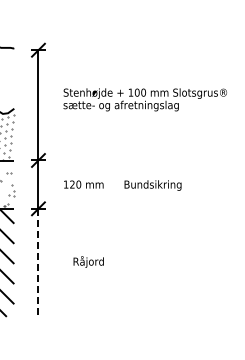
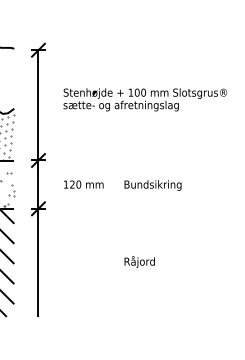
text at (88, 261) position: (88, 261) -> (139, 261)
line at (38, 262): dashed -> solid
